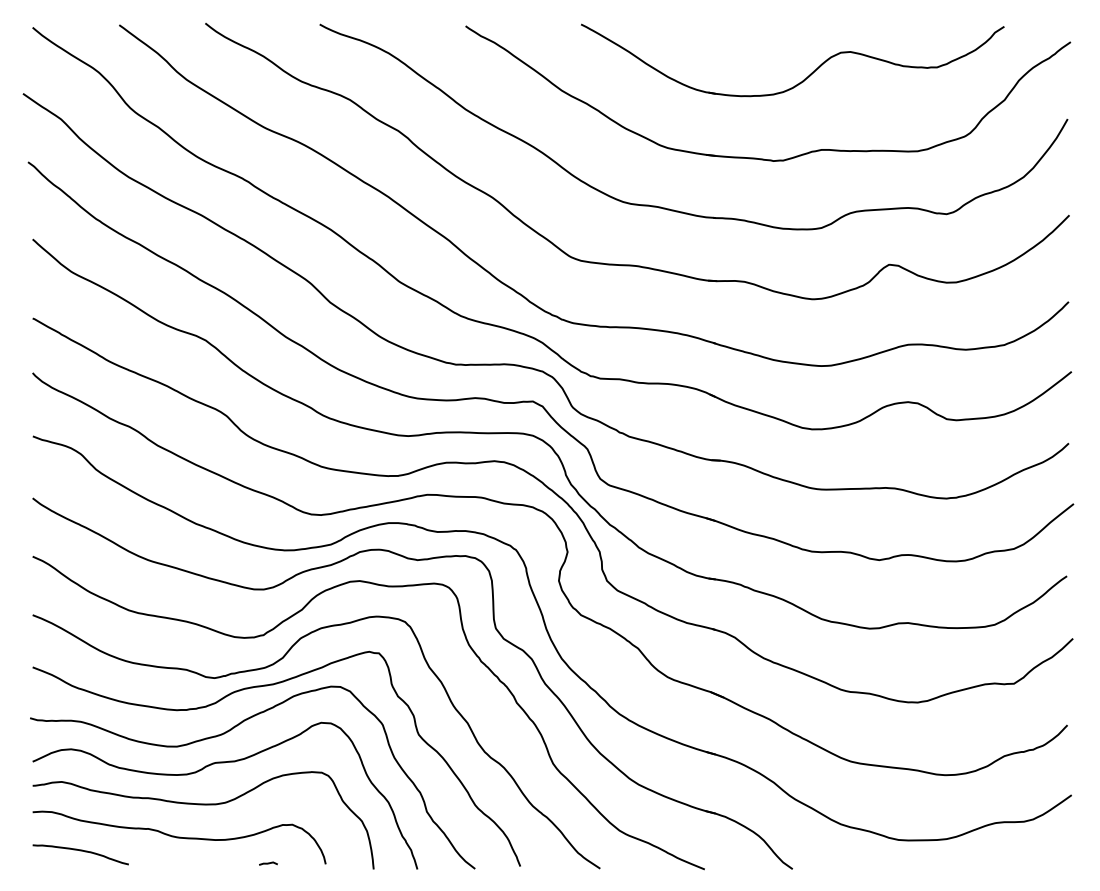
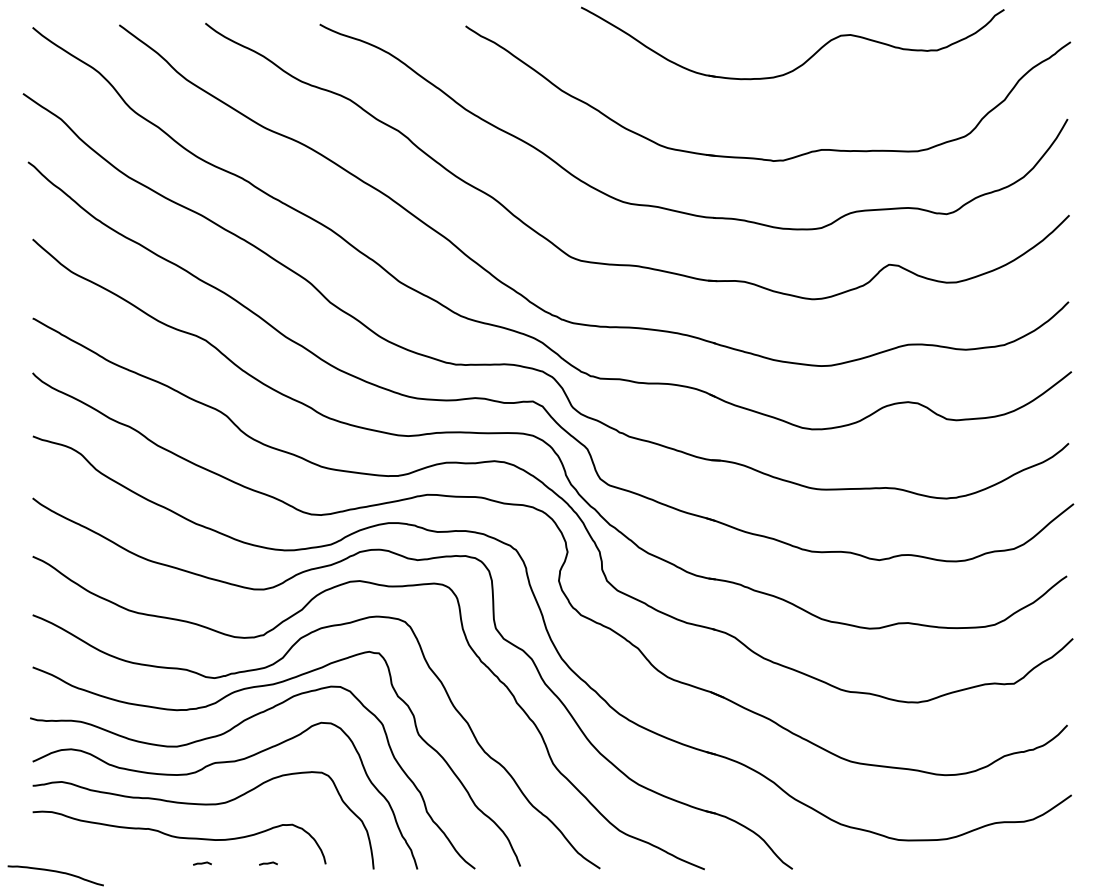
part at (804, 78) position: (804, 78) -> (804, 61)
curve at (80, 851) position: (80, 851) -> (55, 872)
line at (202, 863): none -> present
